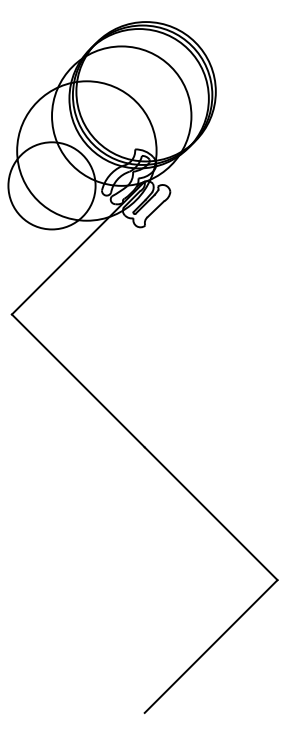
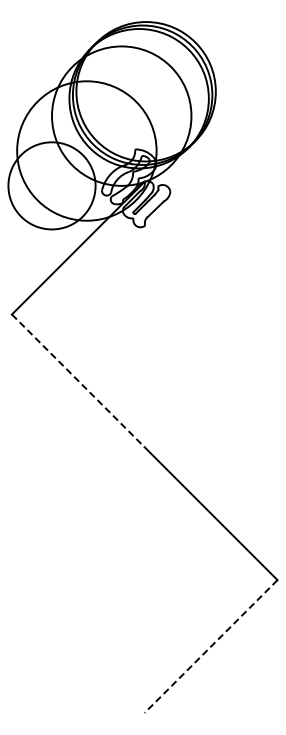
line at (78, 380): solid -> dashed
line at (211, 646): solid -> dashed
